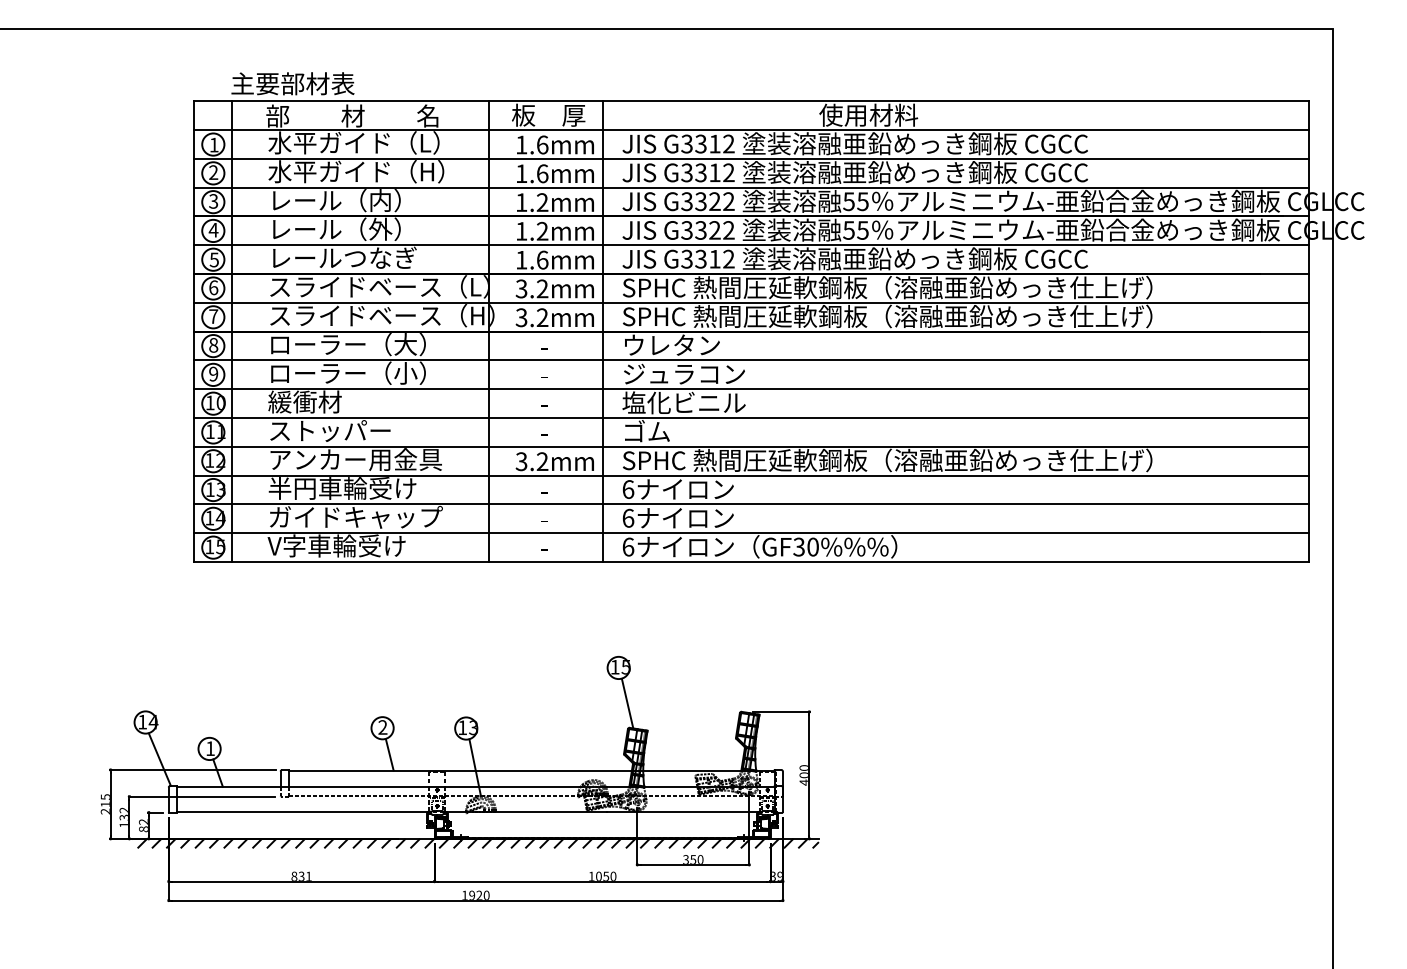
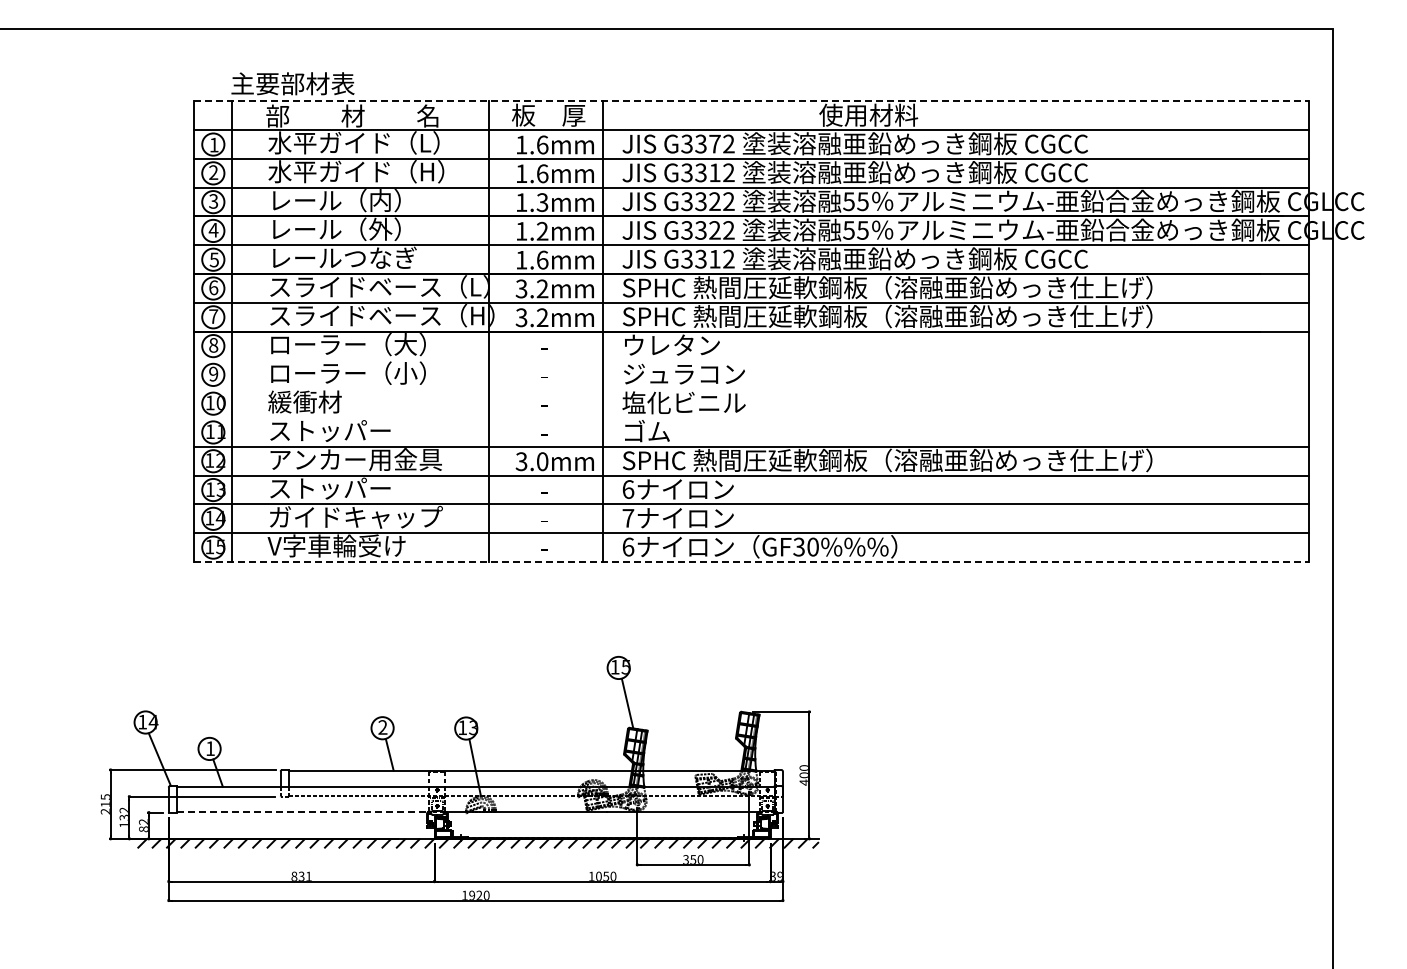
line at (751, 101): solid -> dashed
text at (714, 143): G3312 -> G3372
text at (542, 202): 1.2mm -> 1.3mm
line at (751, 360): present -> none
line at (751, 389): present -> none
line at (751, 417): present -> none
text at (542, 461): 3.2mm -> 3.0mm
text at (342, 488): 半円車輪受け -> ストッパー
text at (628, 517): 6 -> 7
line at (751, 561): solid -> dashed
line at (302, 812): solid -> dashed
